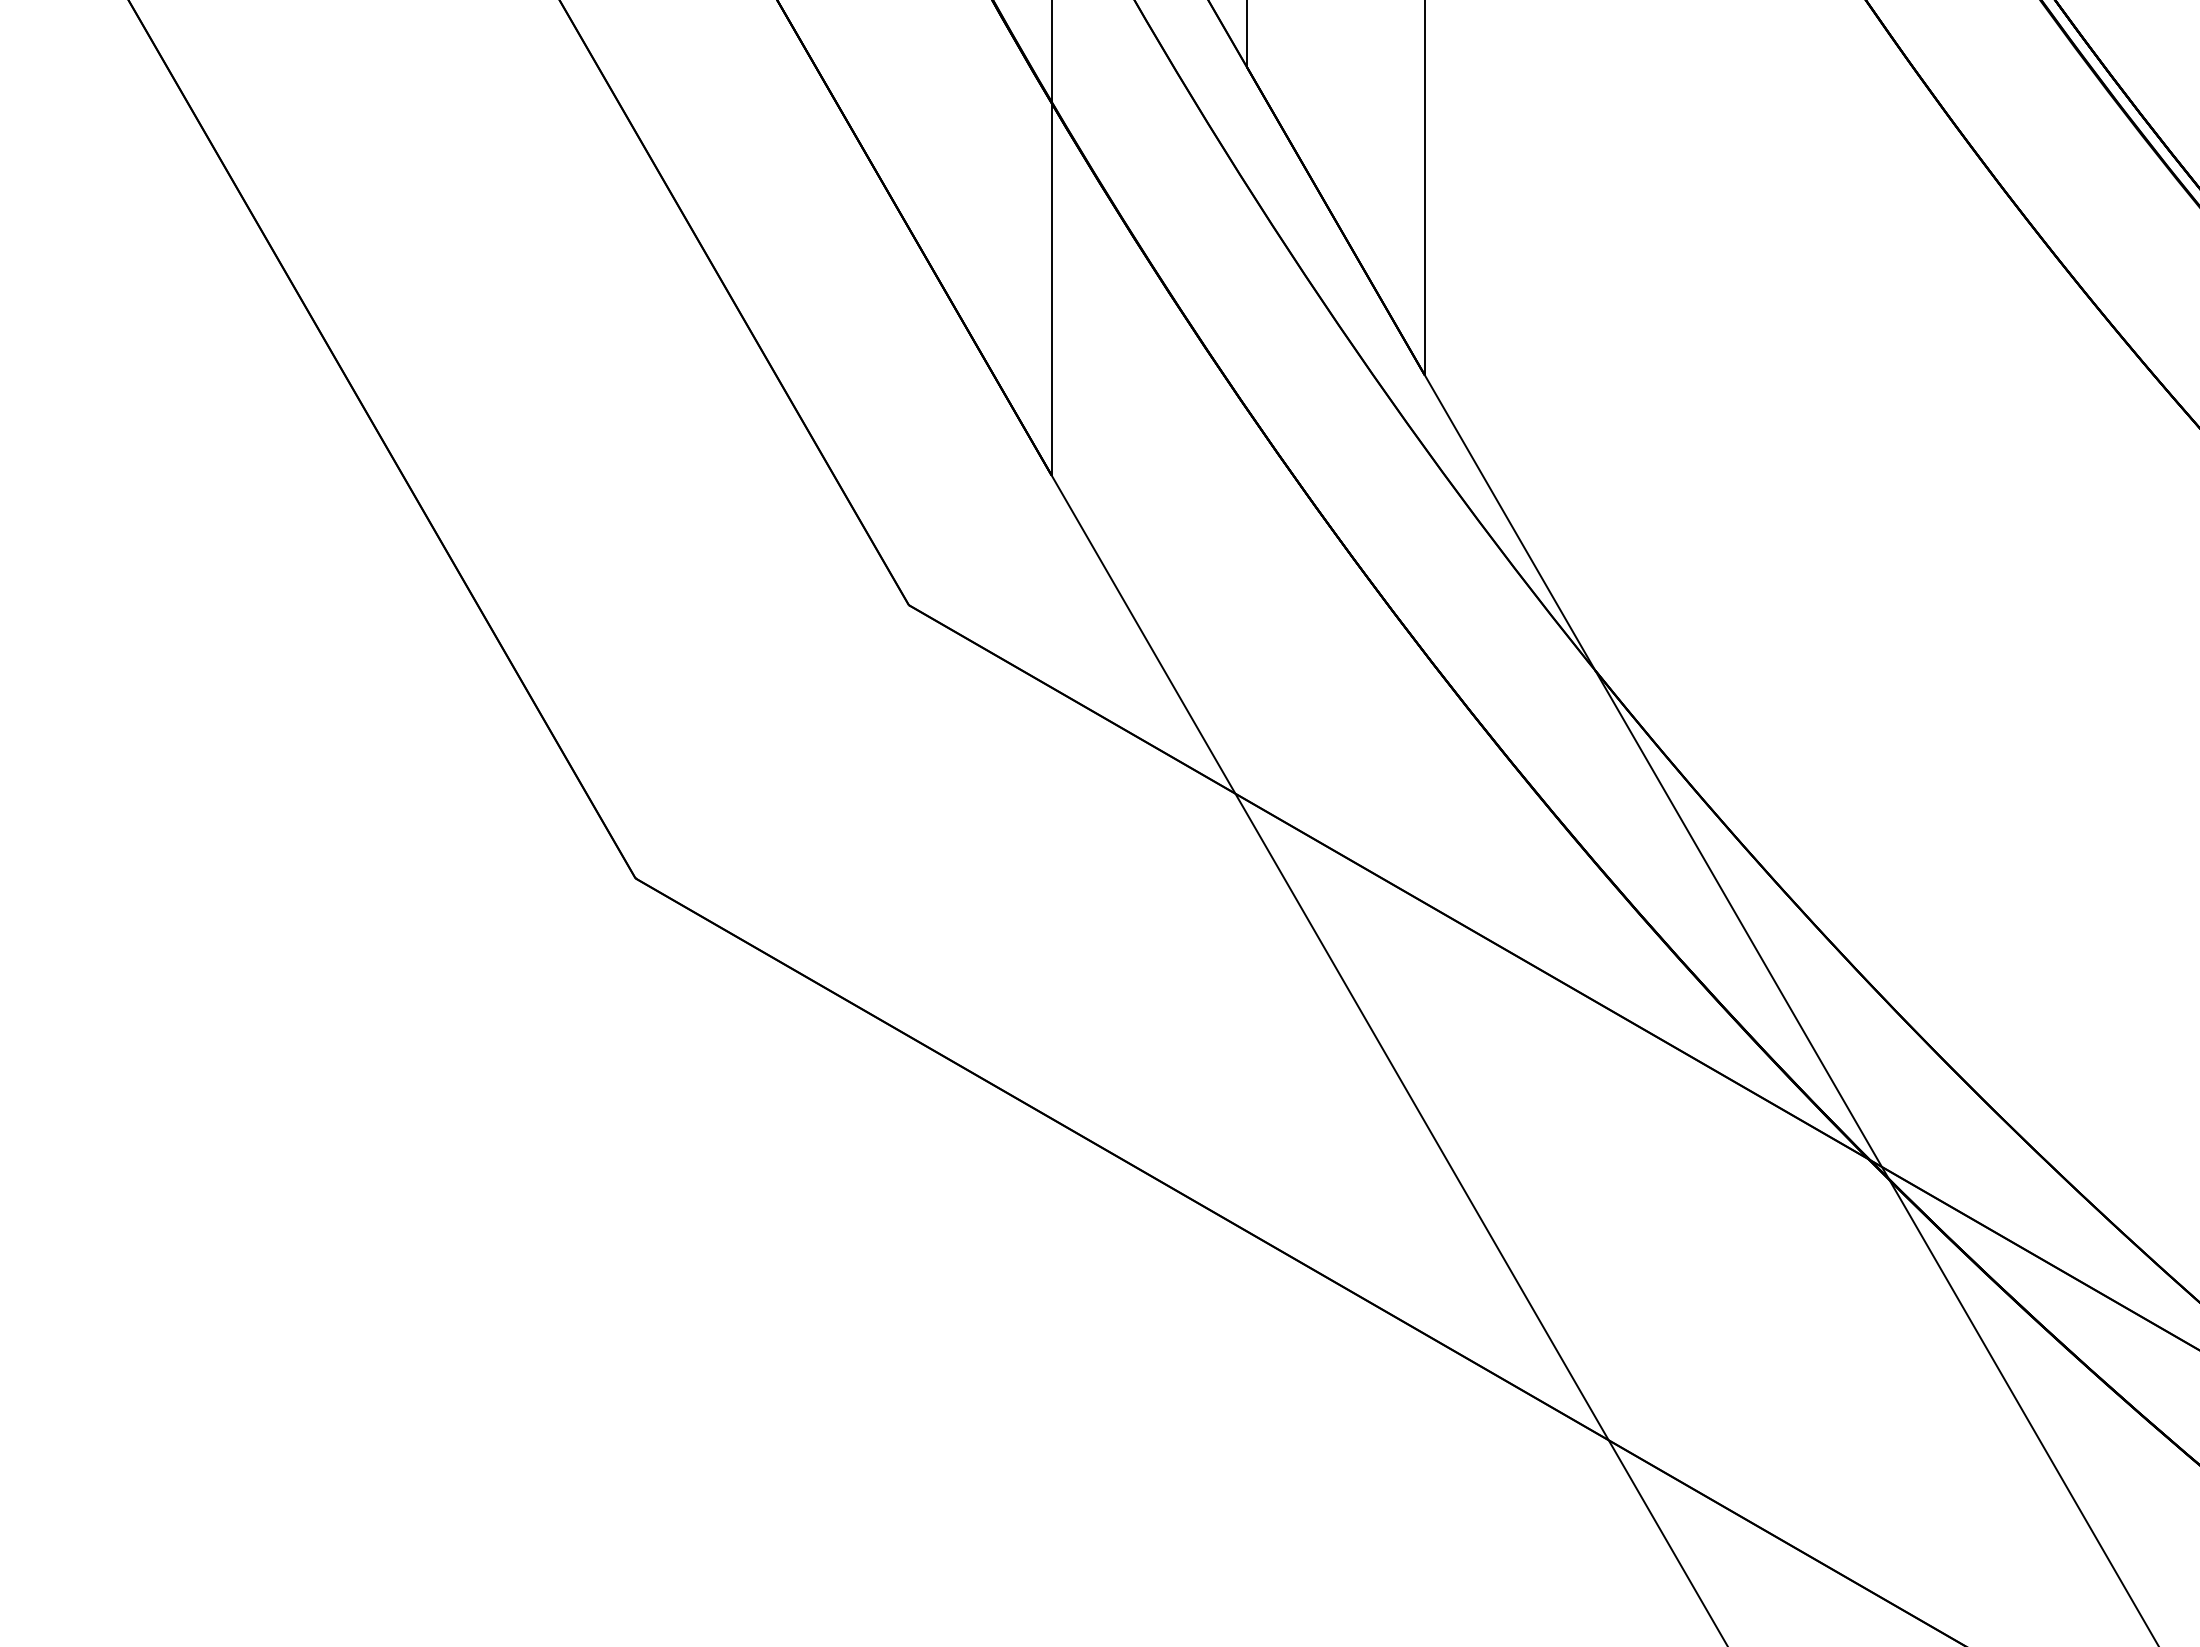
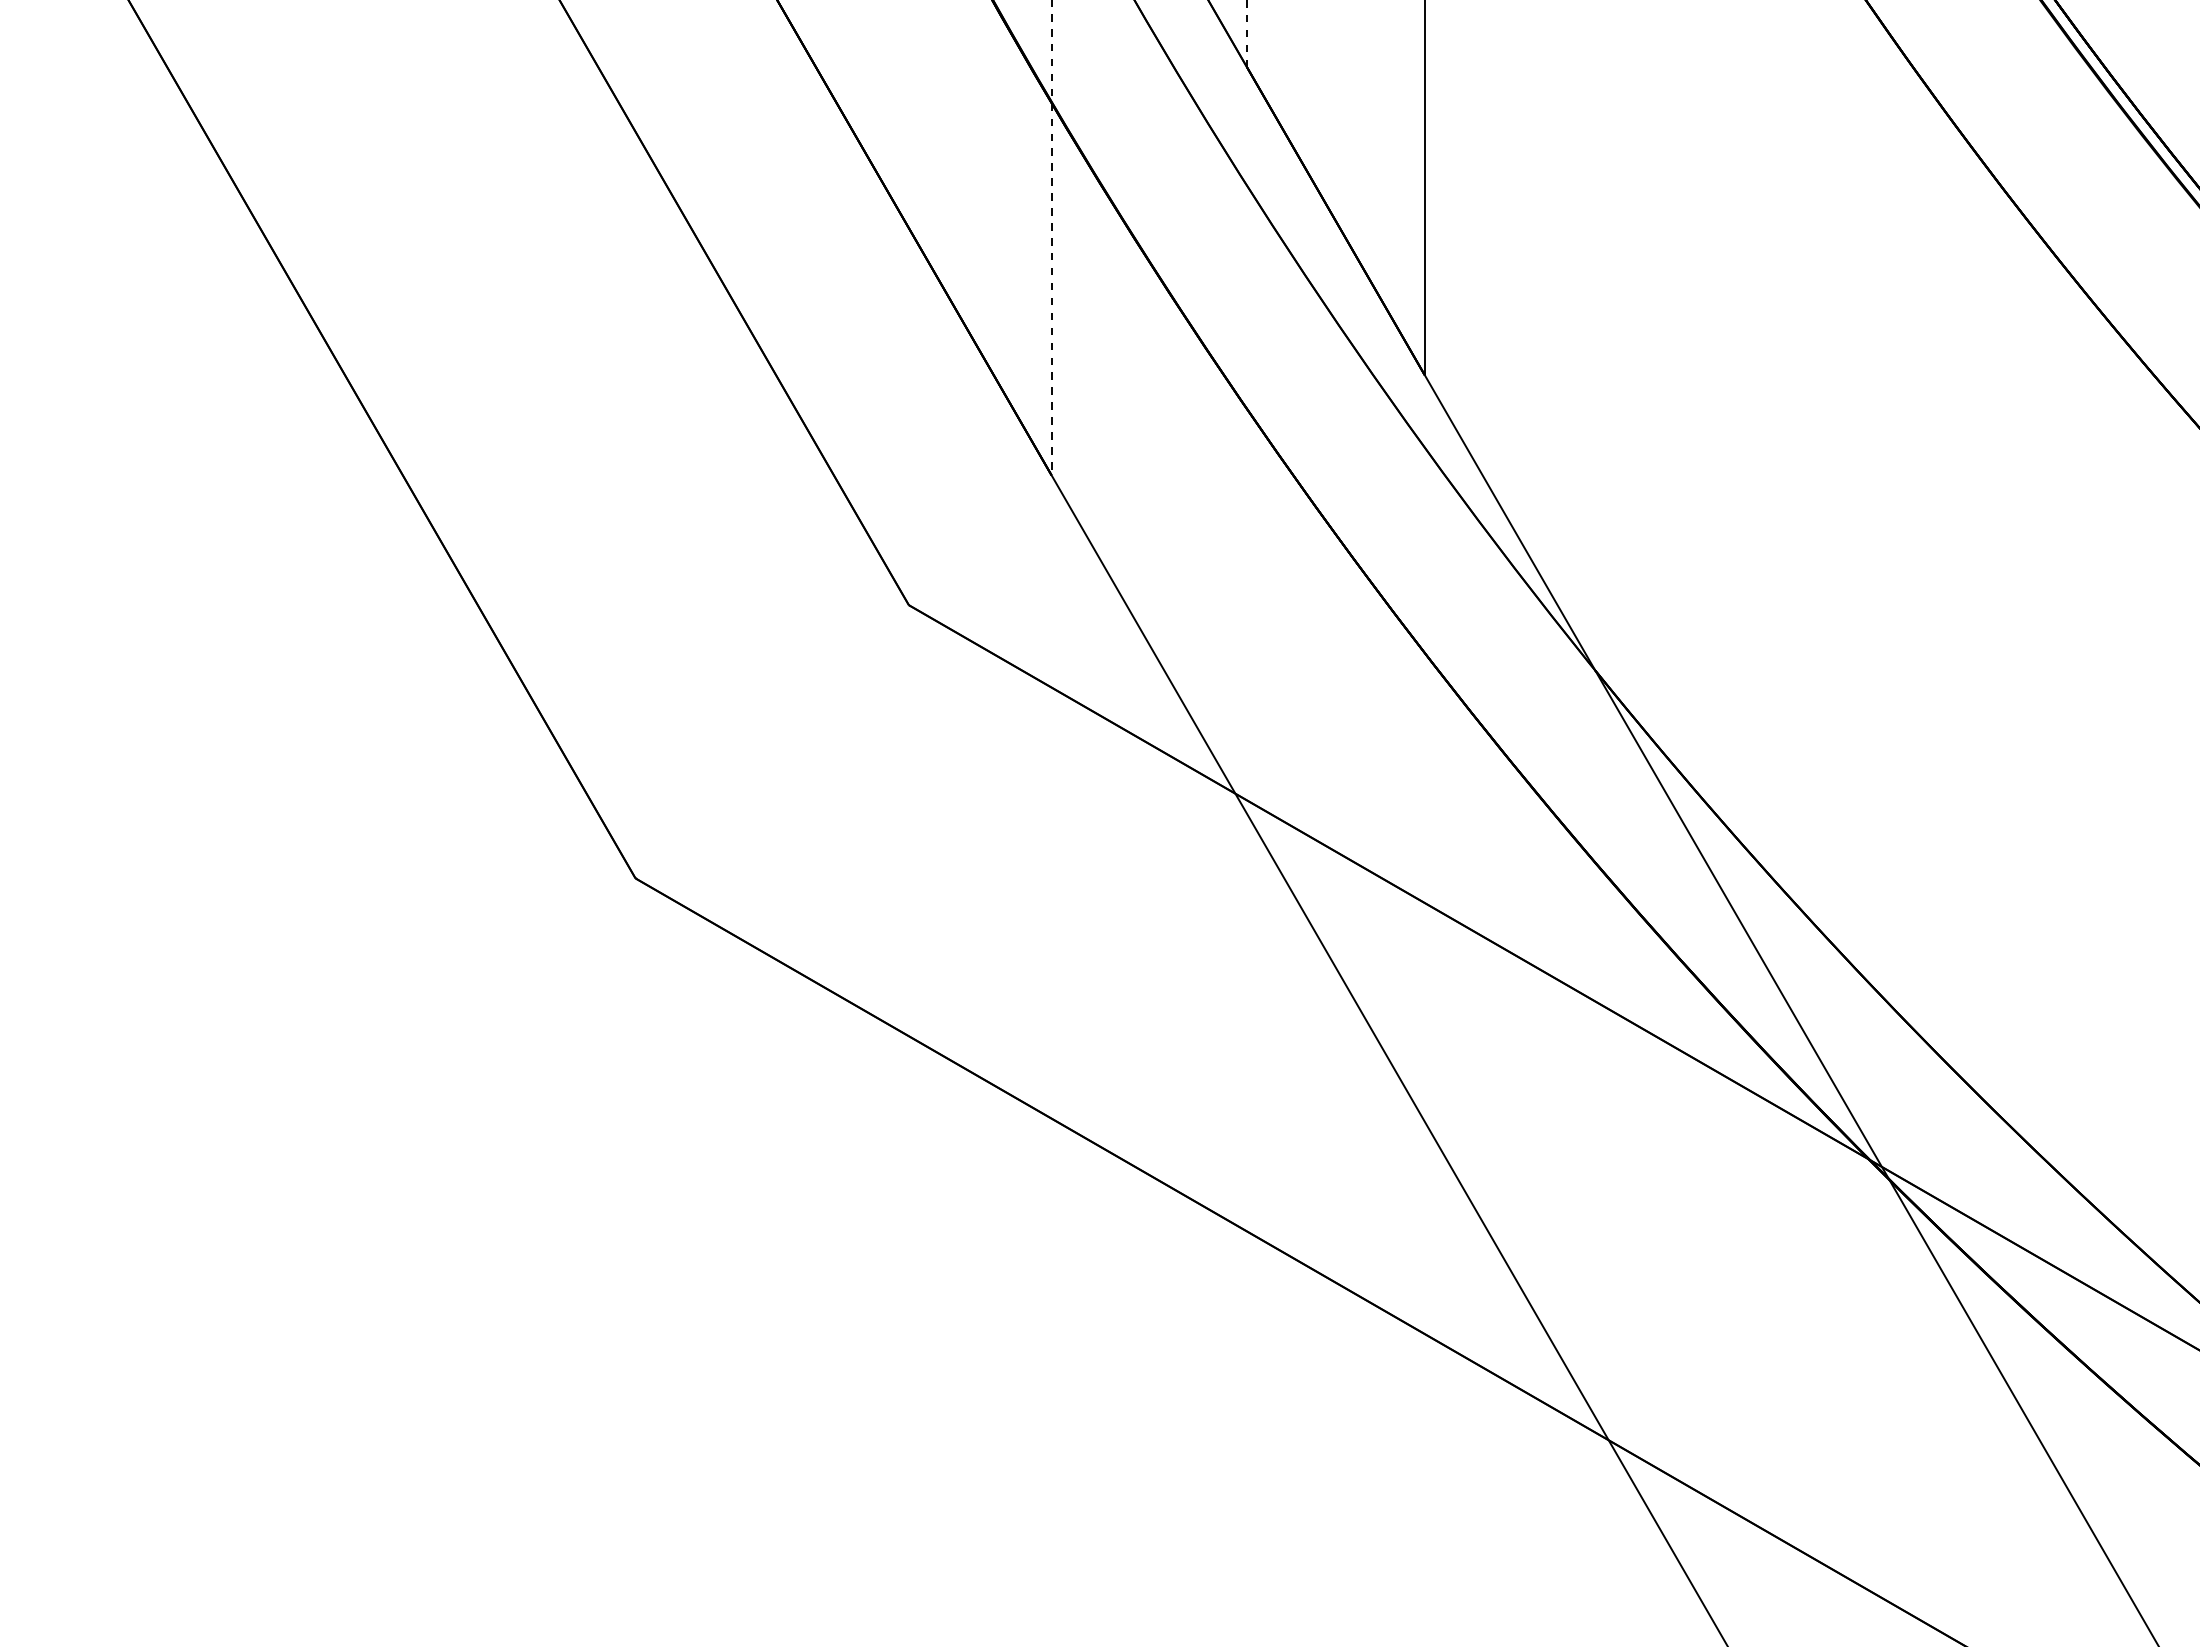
line at (1247, 33): solid -> dashed
line at (1051, 238): solid -> dashed
